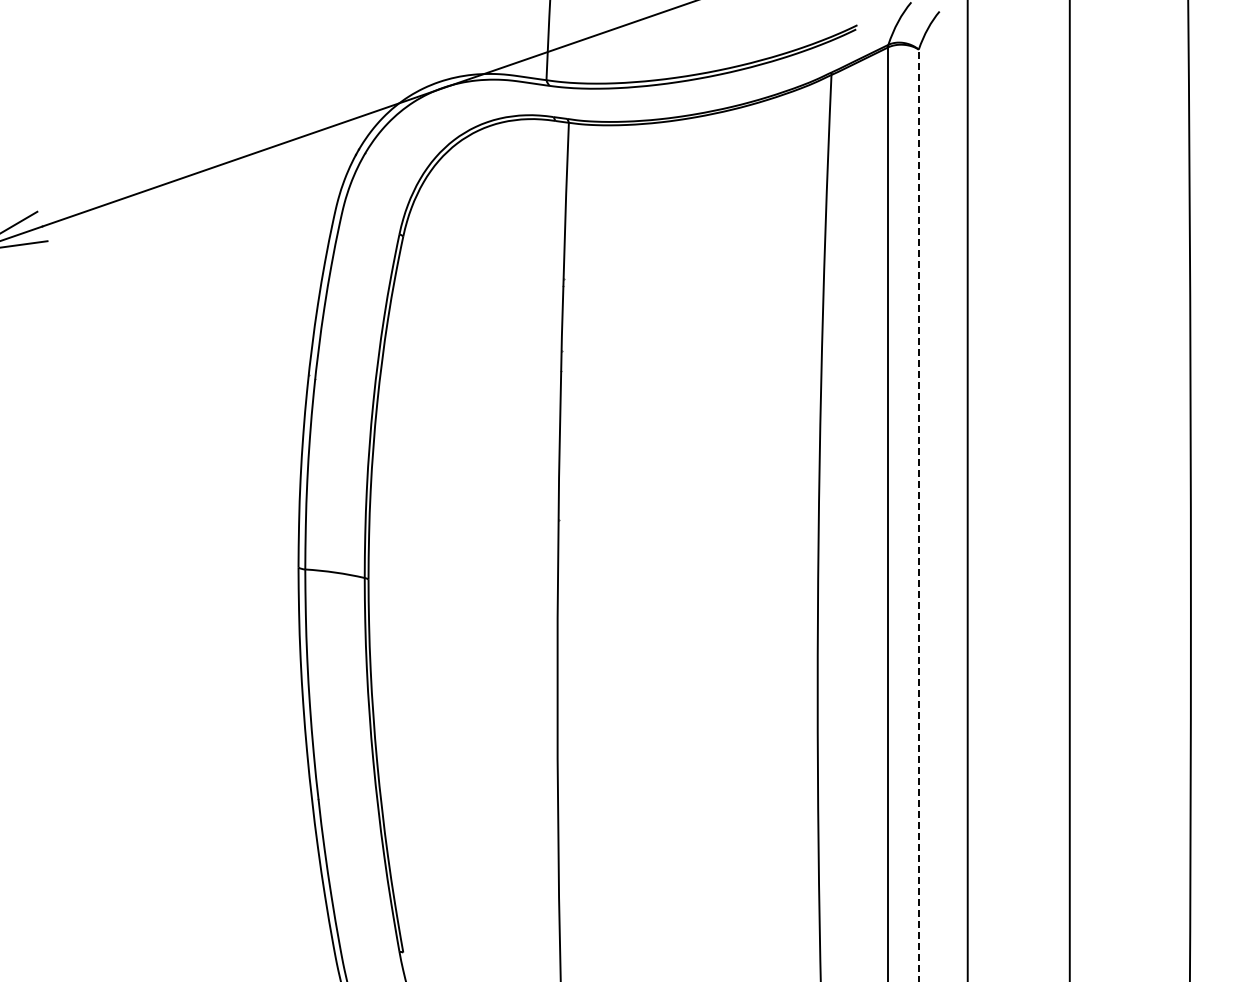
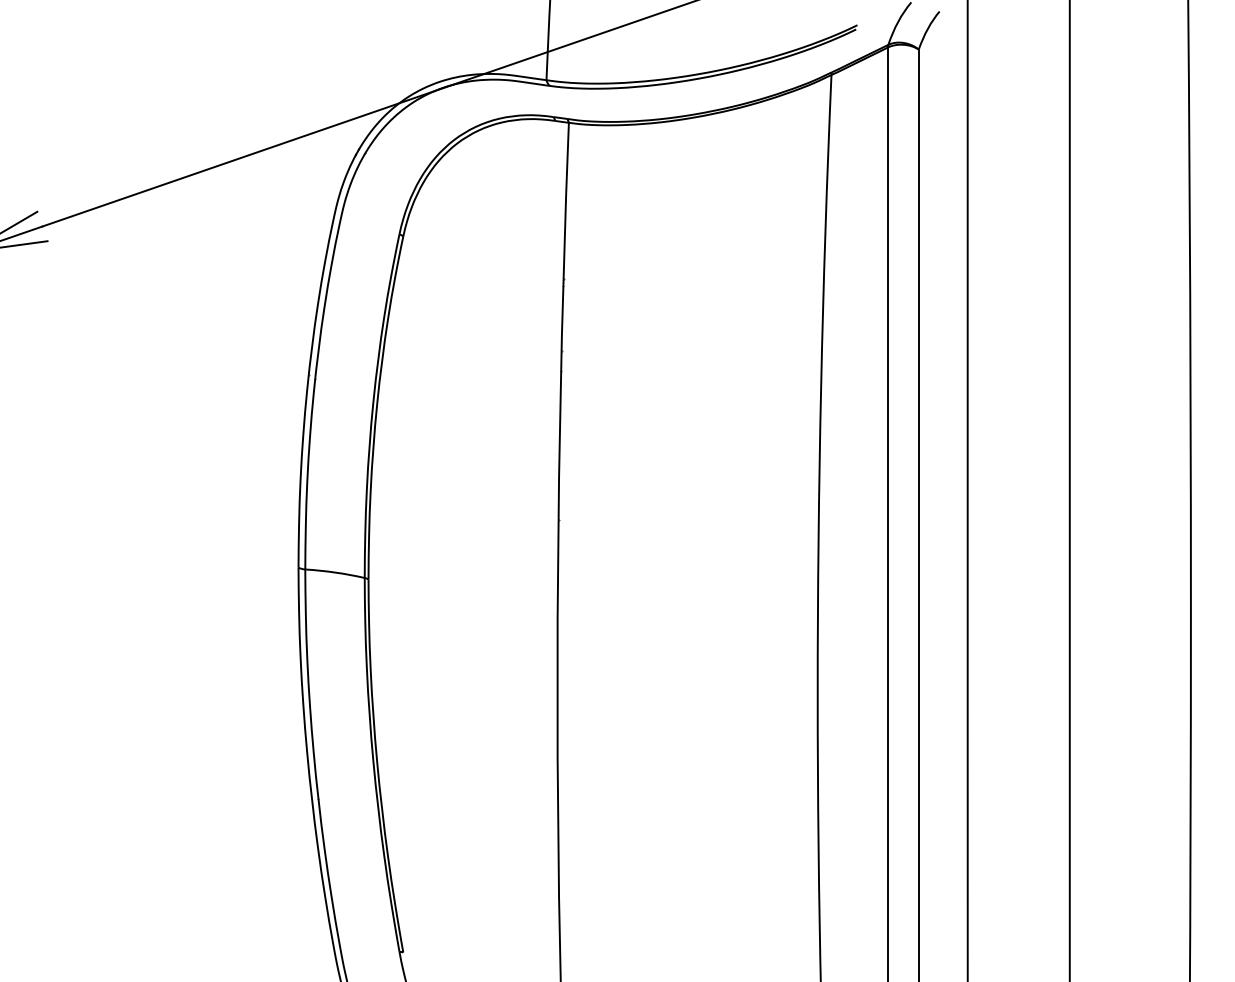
line at (918, 515): dashed -> solid
